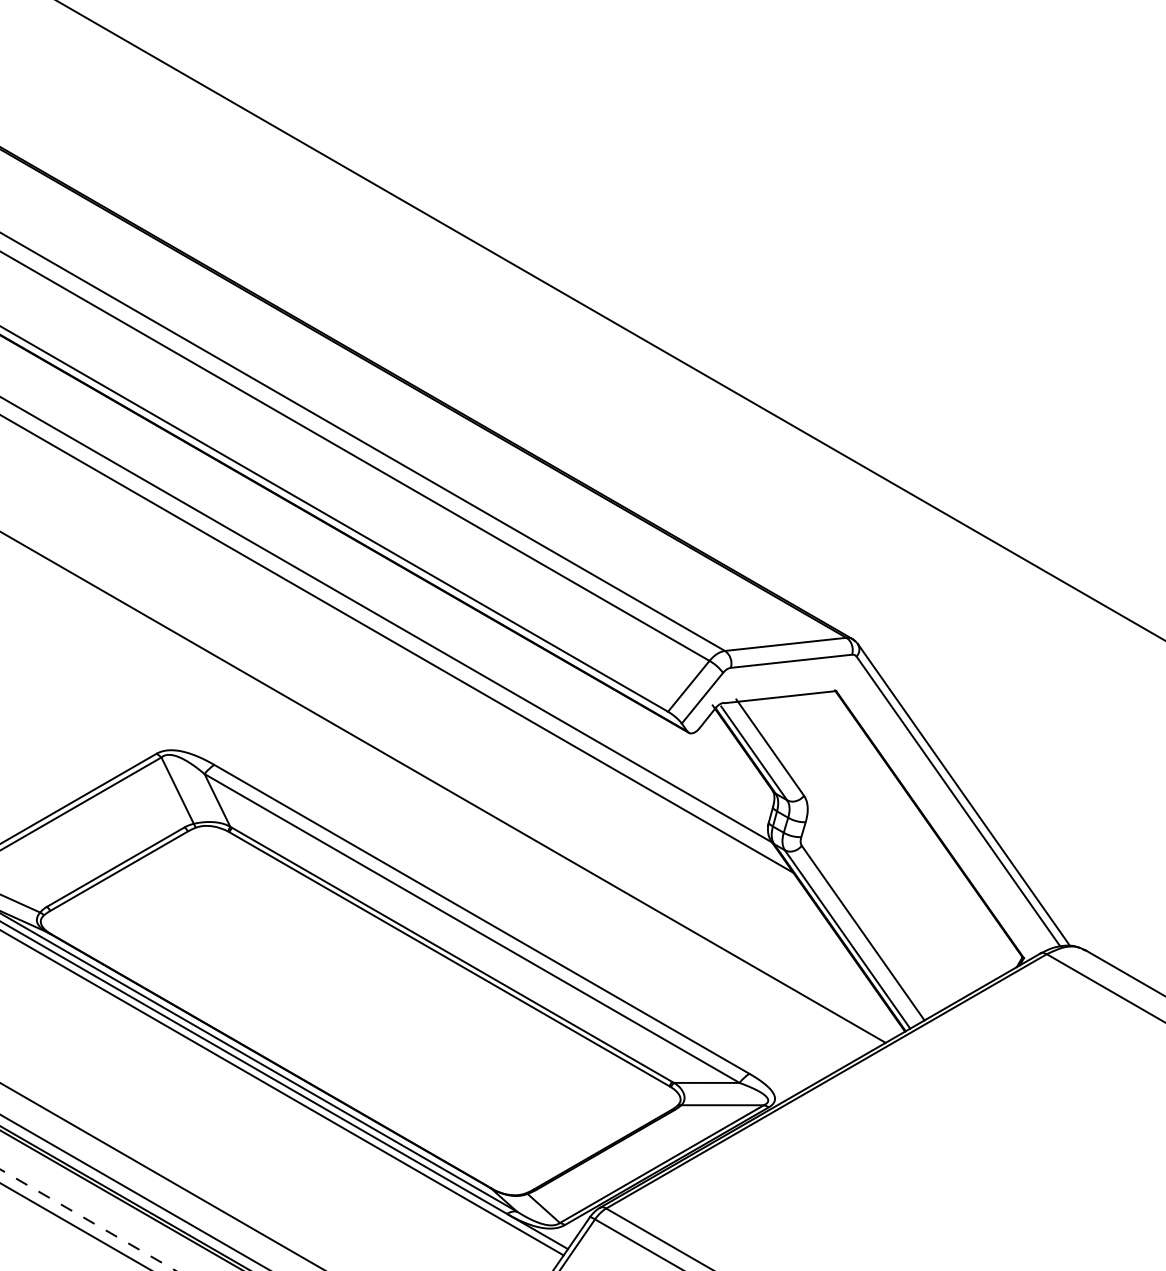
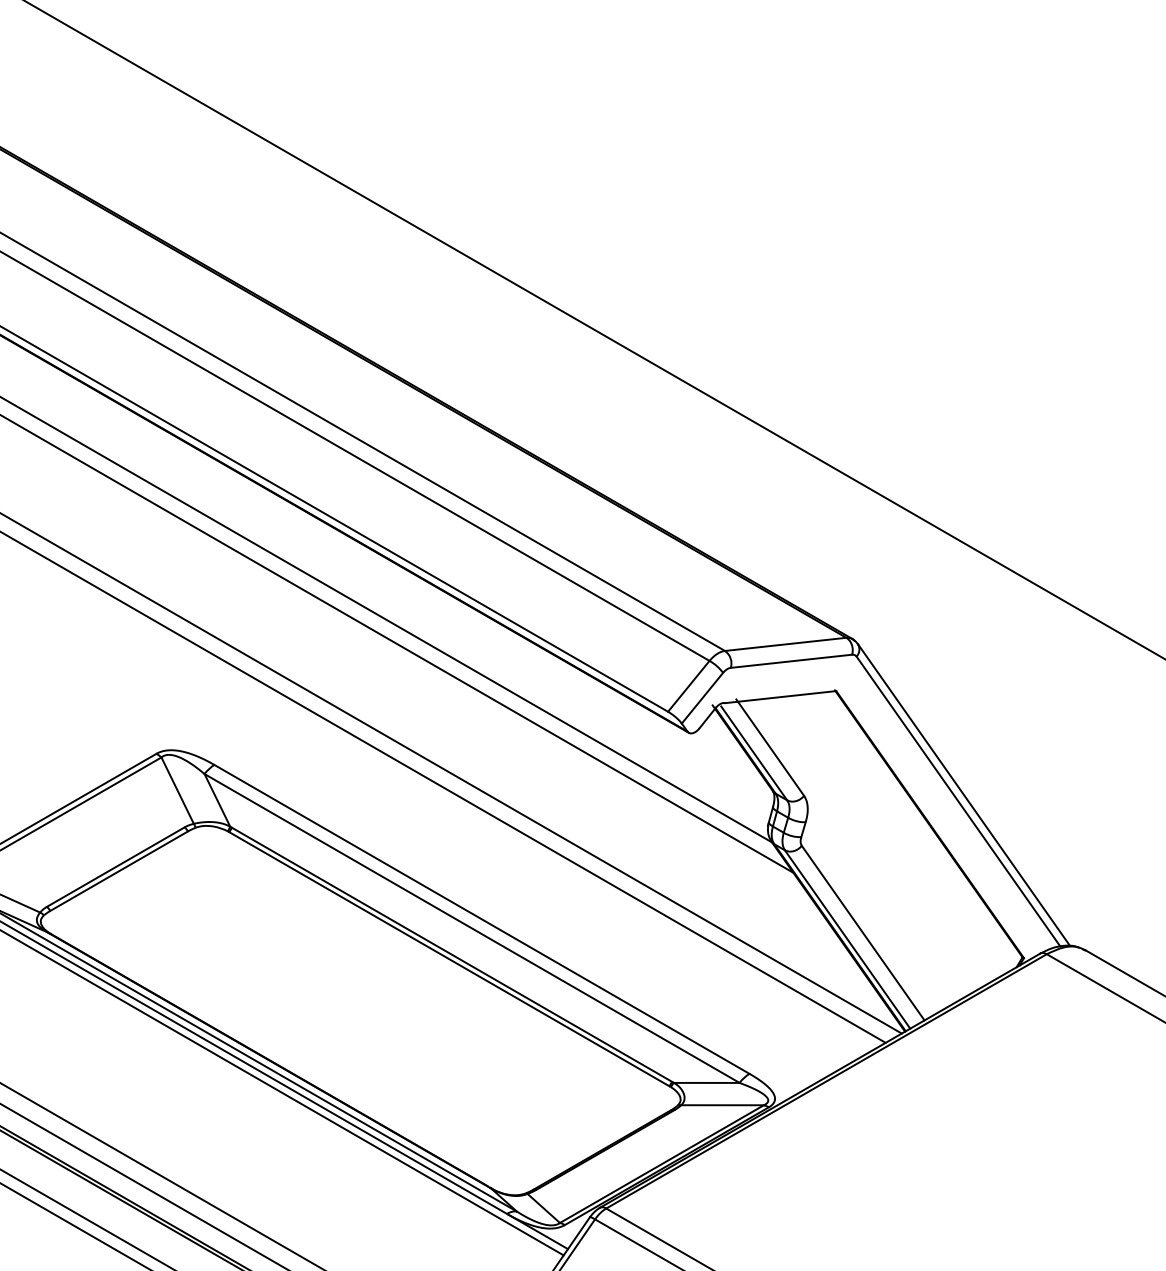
line at (610, 320) position: (610, 320) -> (594, 329)
line at (451, 773): none -> present
line at (133, 1191) position: (133, 1191) -> (143, 1185)
line at (88, 1220): dashed -> solid
